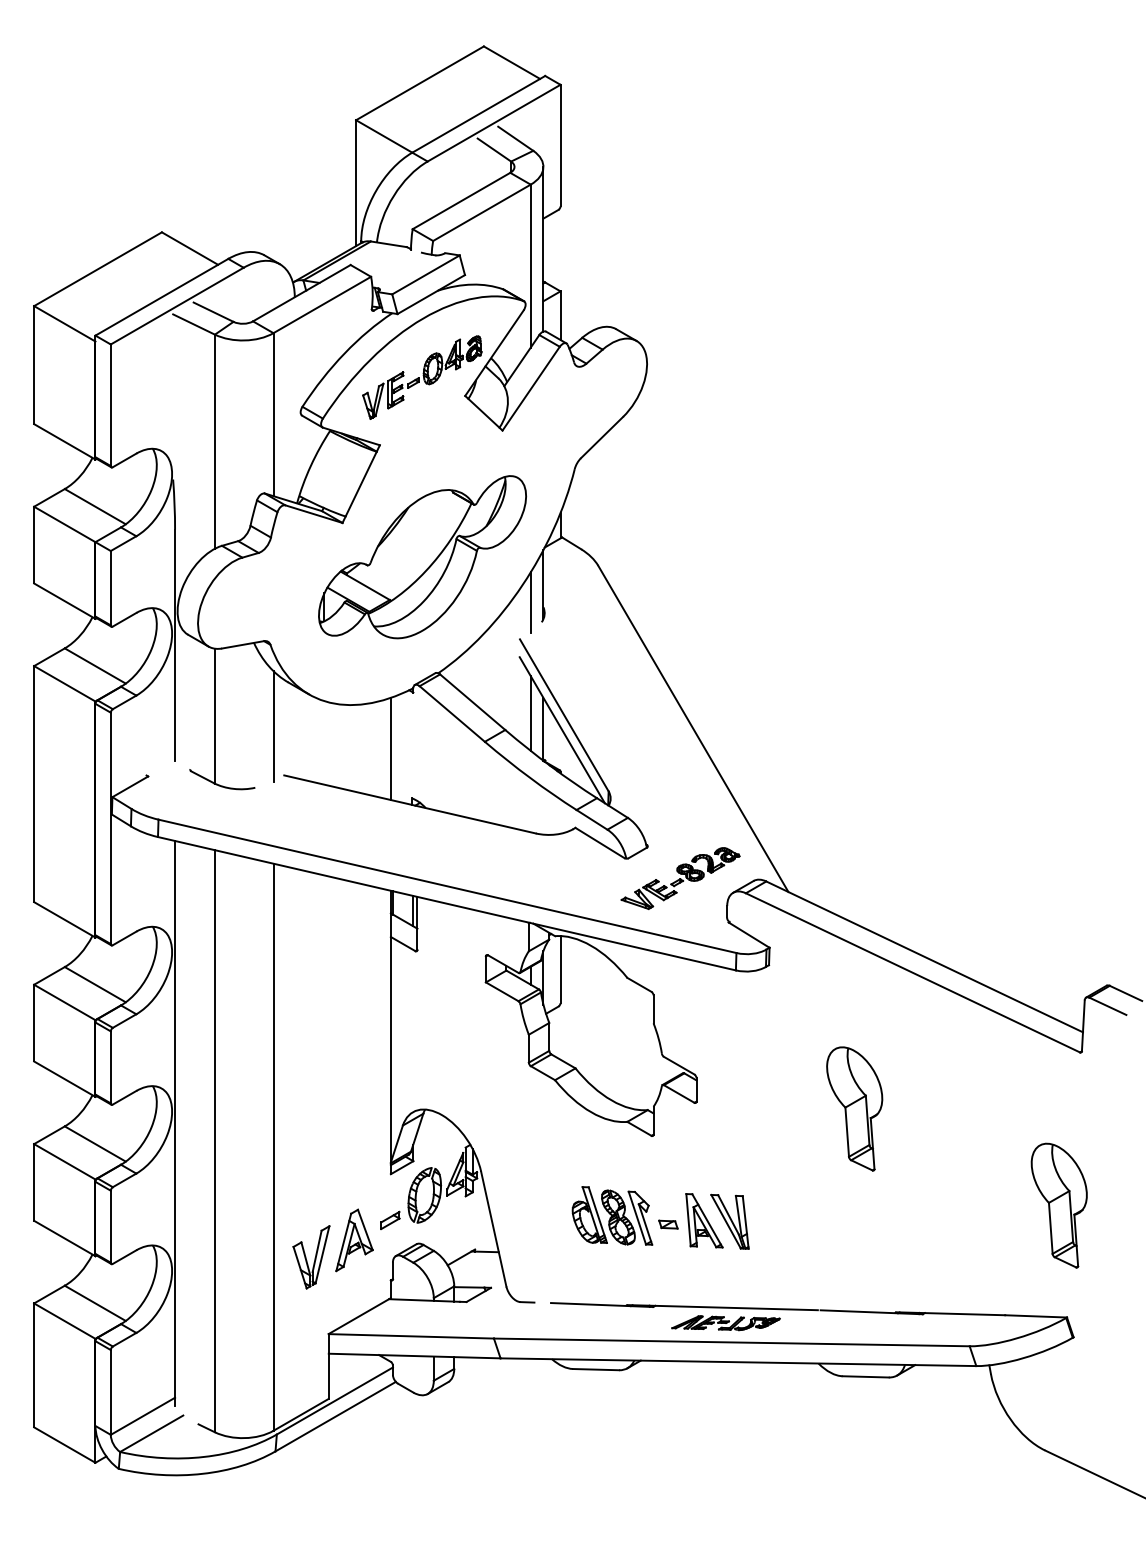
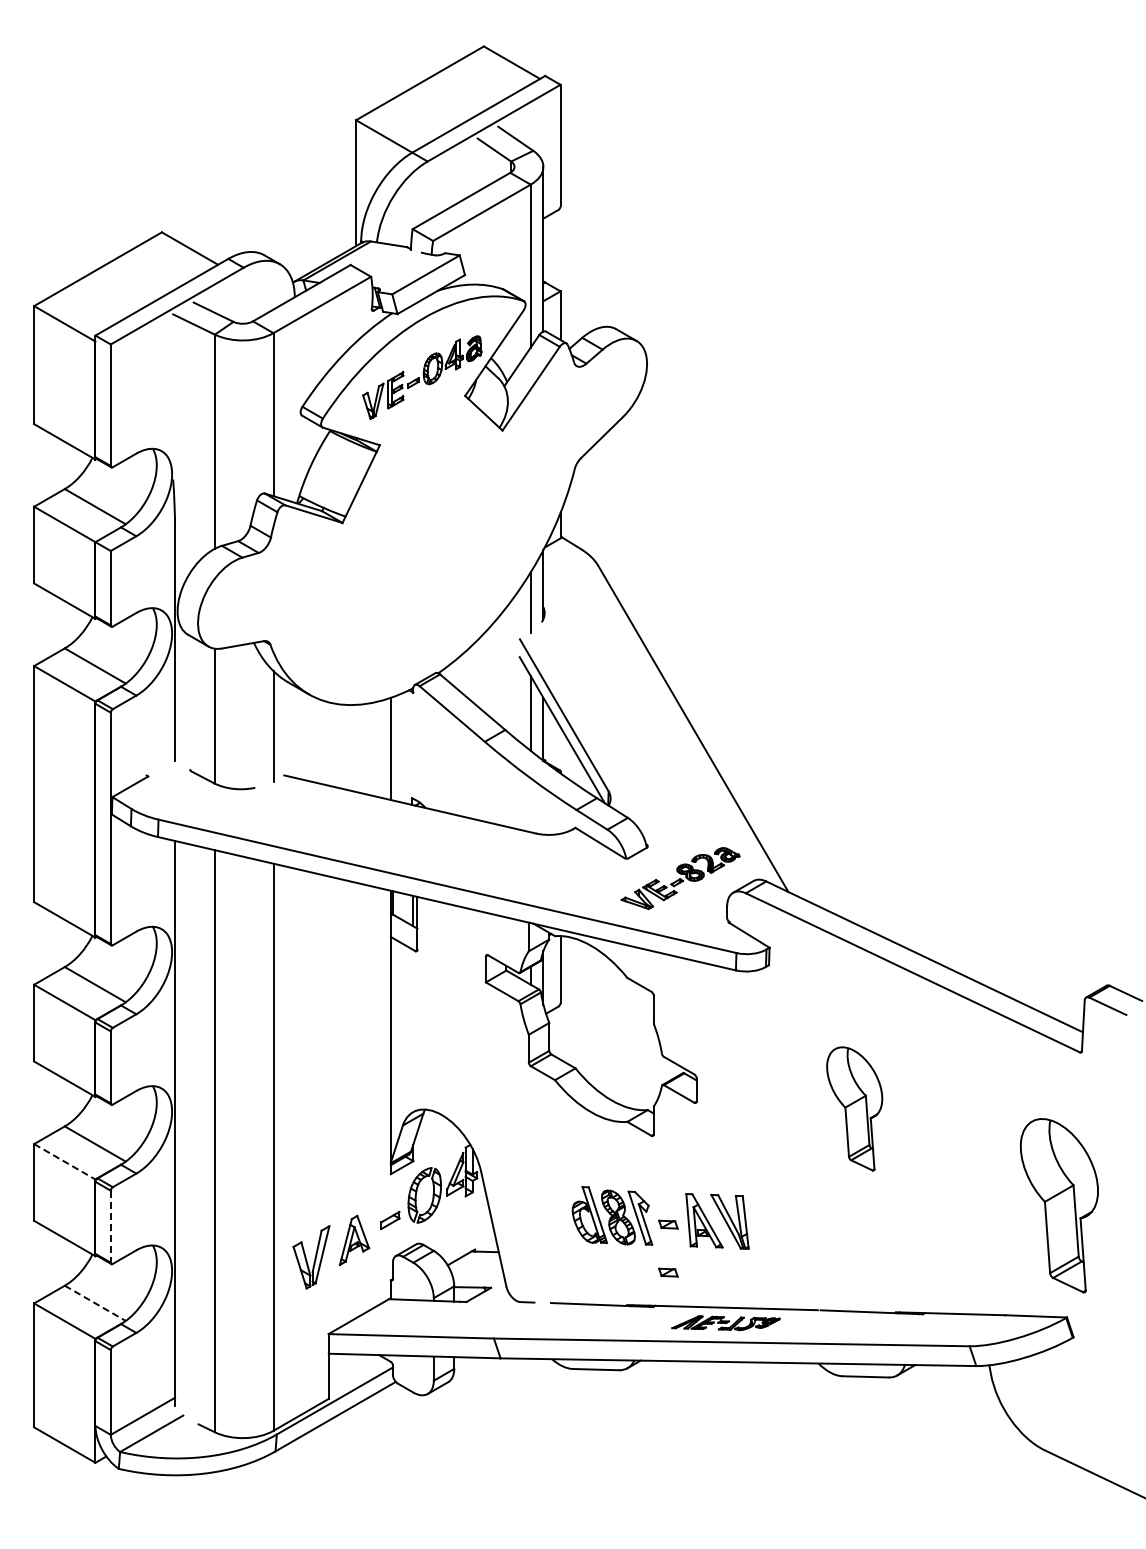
part at (422, 557): present -> none
line at (65, 1162): solid -> dashed
part at (1058, 1205) size: 58x127 px -> 80x176 px
line at (110, 1226): solid -> dashed
part at (354, 1240) size: 39x65 px -> 32x52 px
part at (668, 1272): none -> present
line at (95, 1303): solid -> dashed
